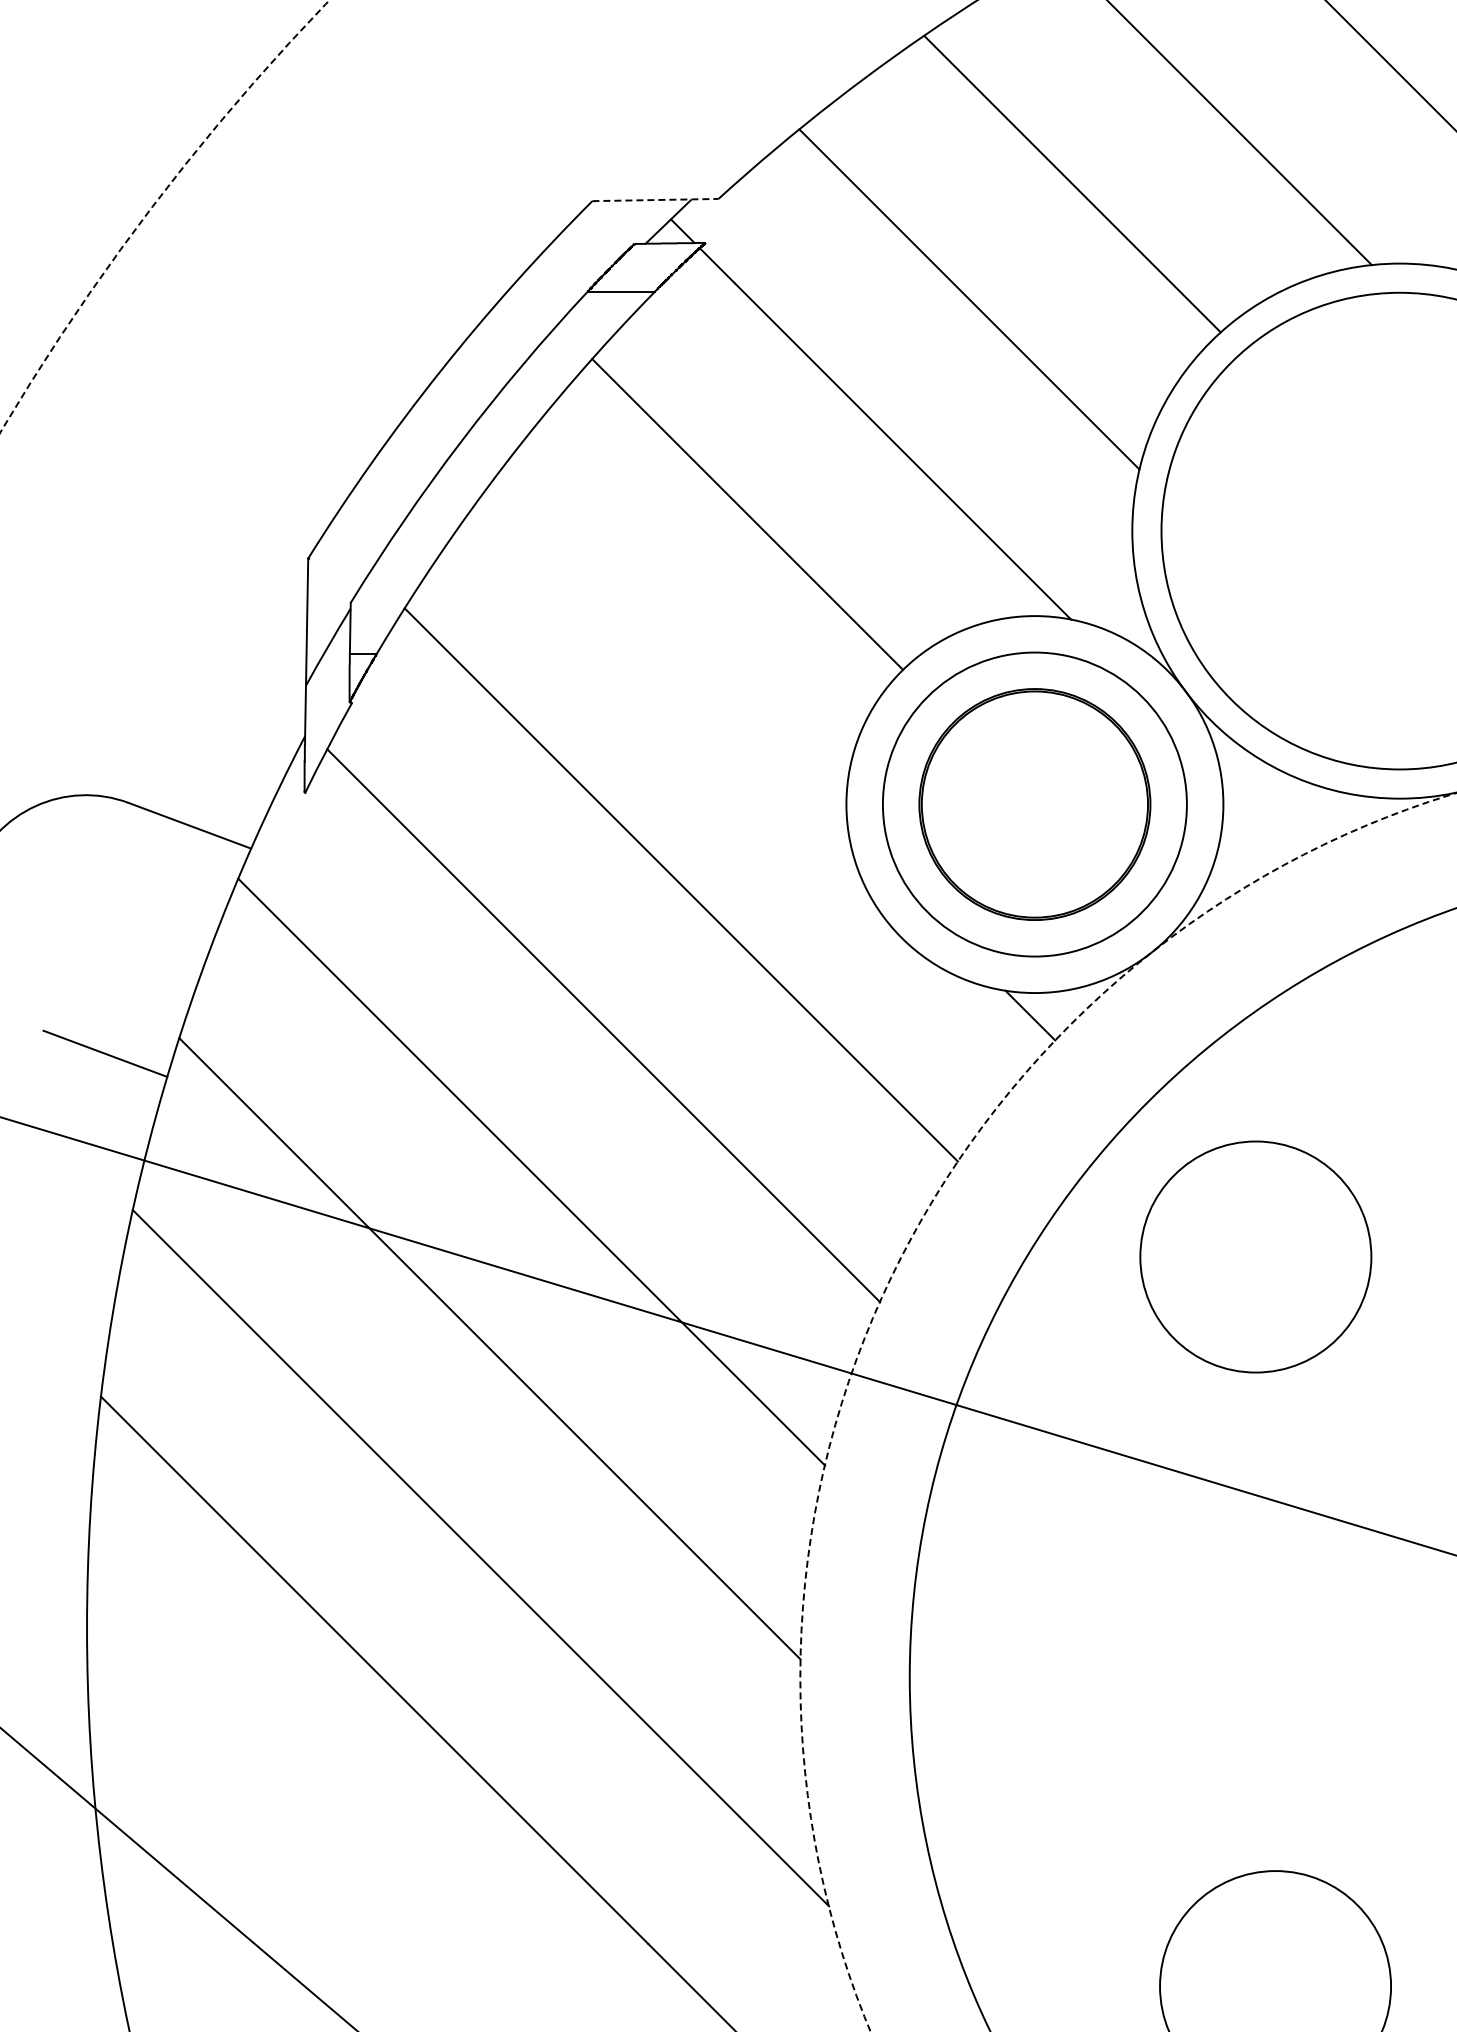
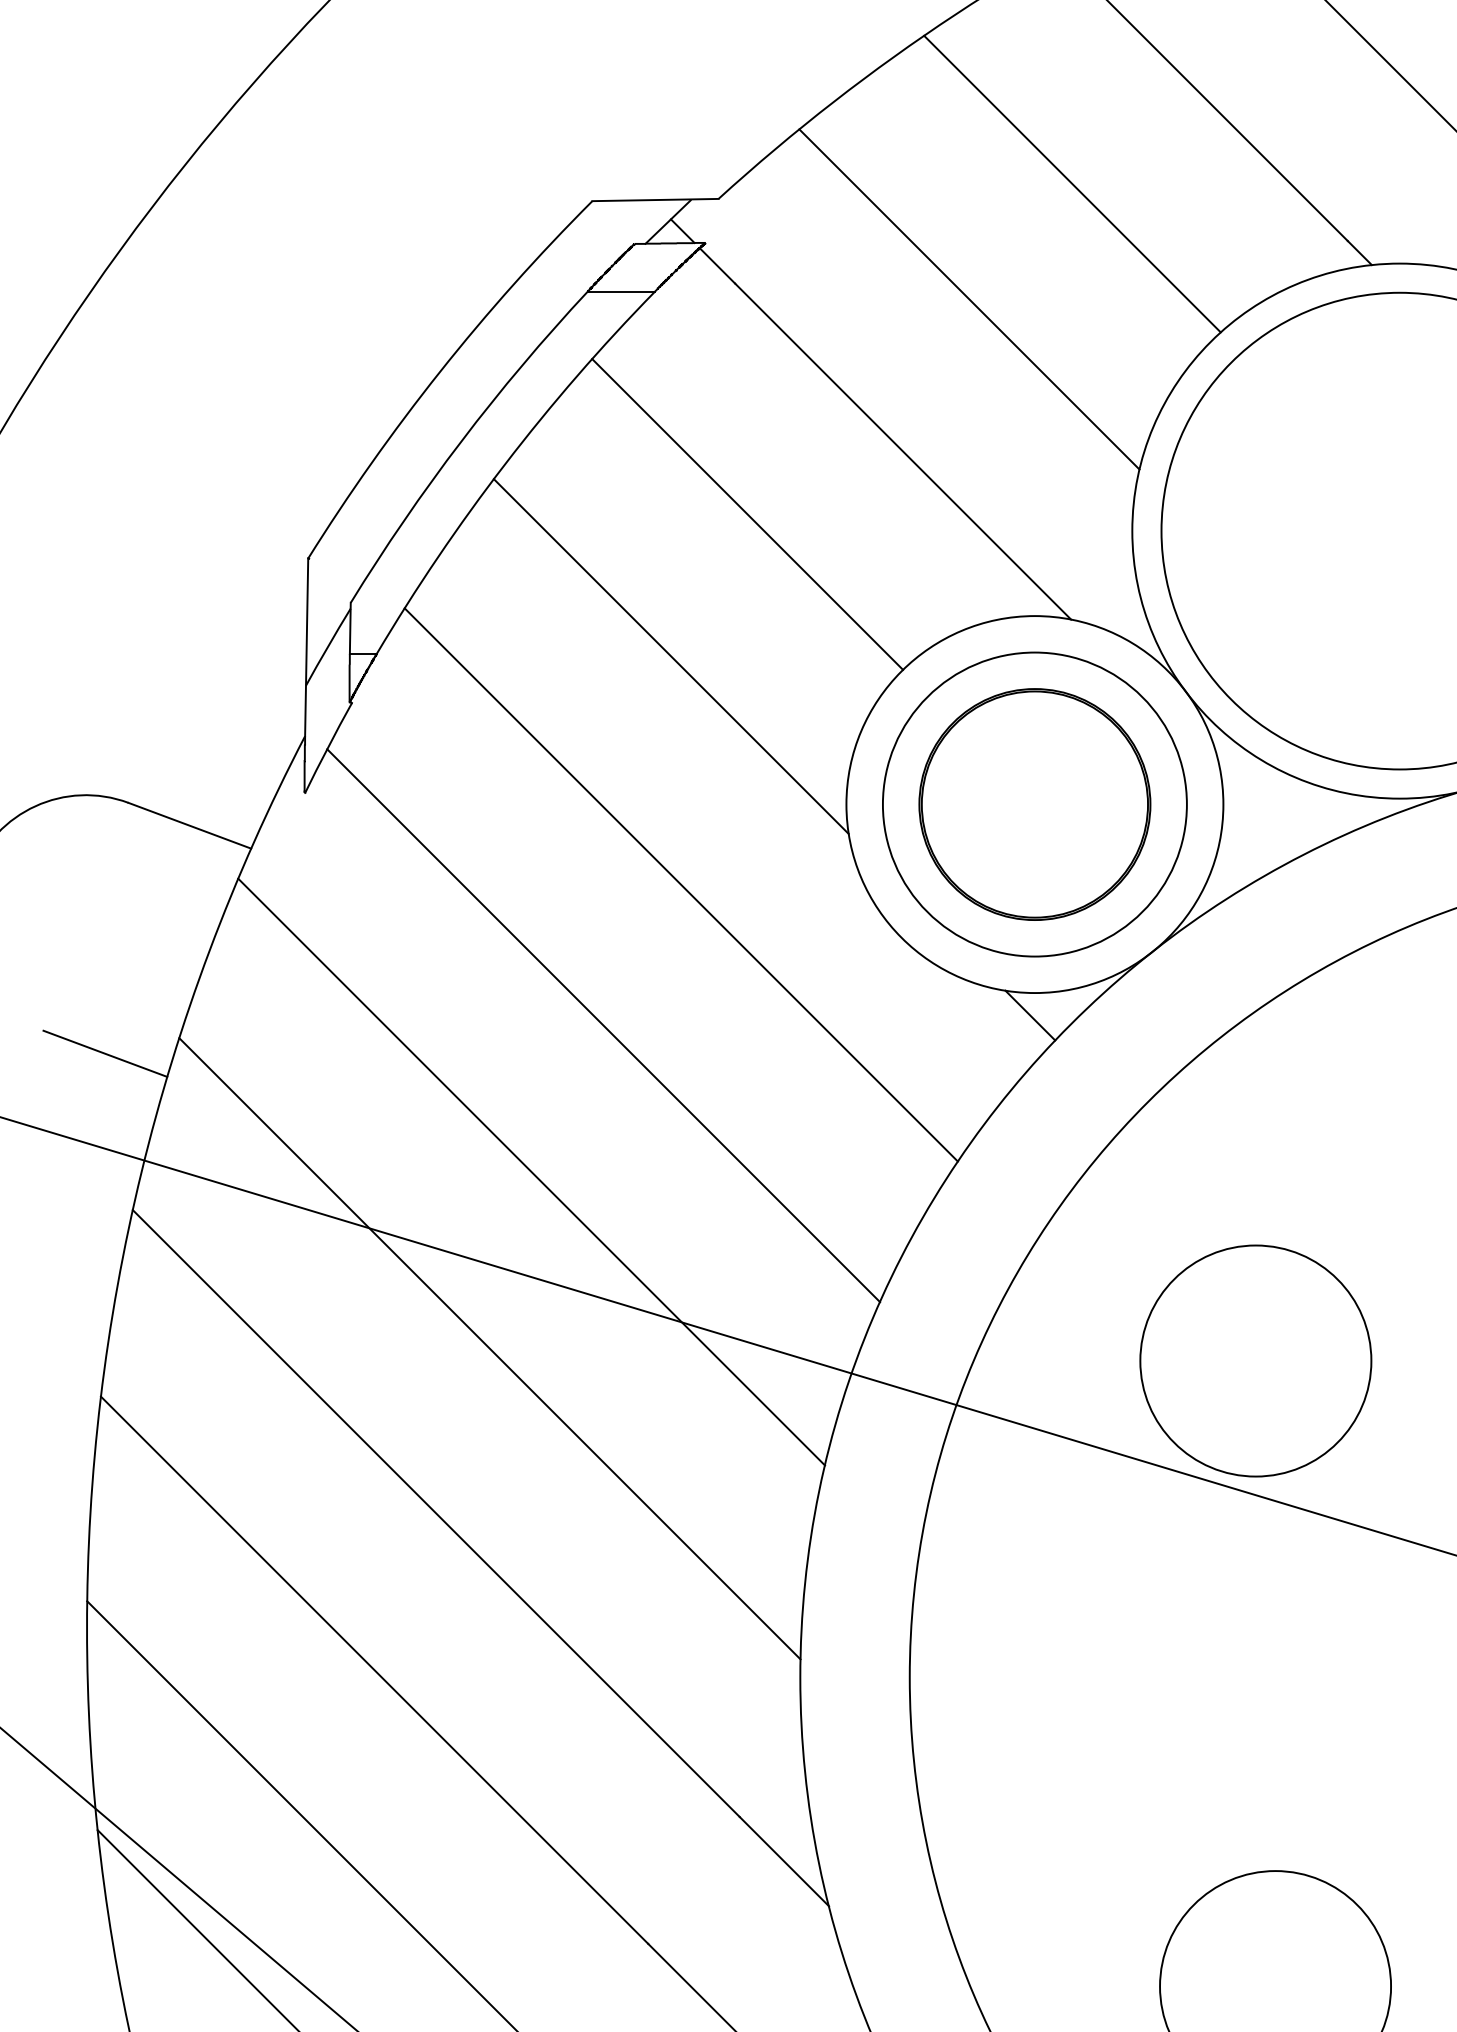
line at (655, 200): dashed -> solid
arc at (152, 206): dashed -> solid
line at (670, 656): none -> present
circle at (1255, 1256) position: (1255, 1256) -> (1255, 1360)
circle at (1128, 1412): dashed -> solid
line at (300, 1814): none -> present
line at (196, 1929): none -> present
